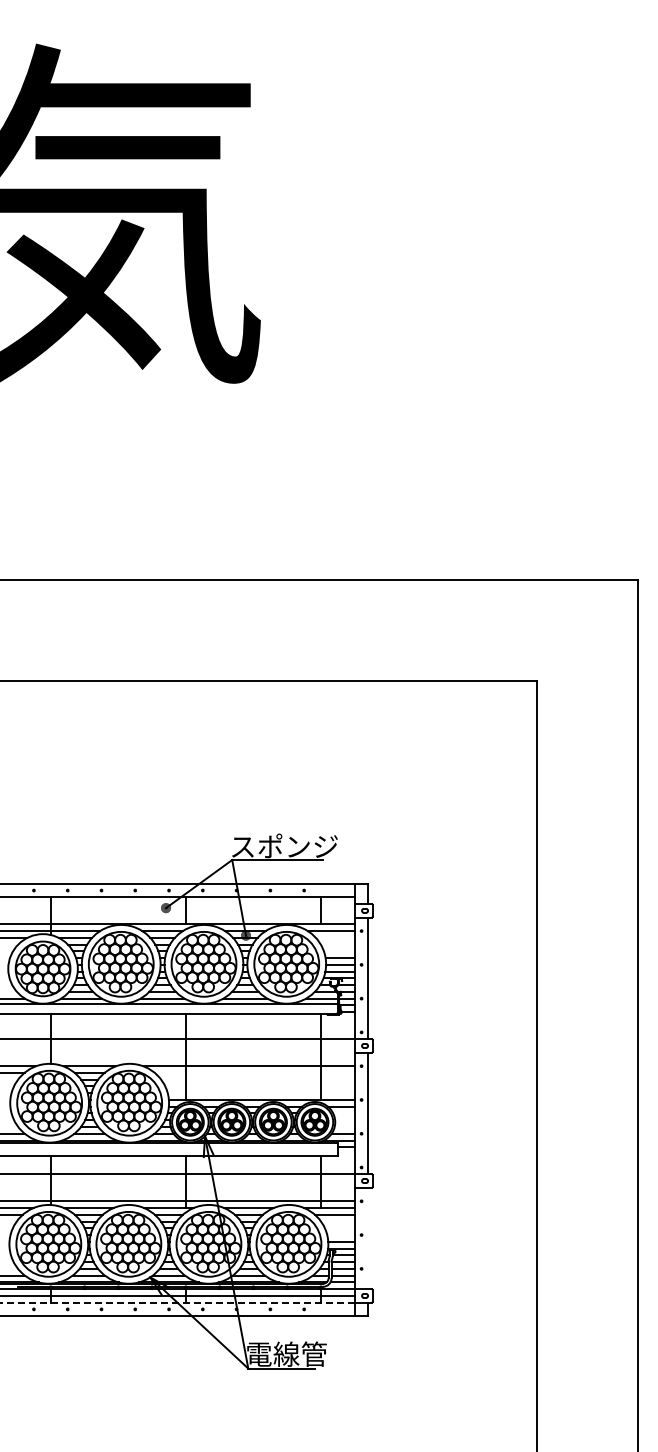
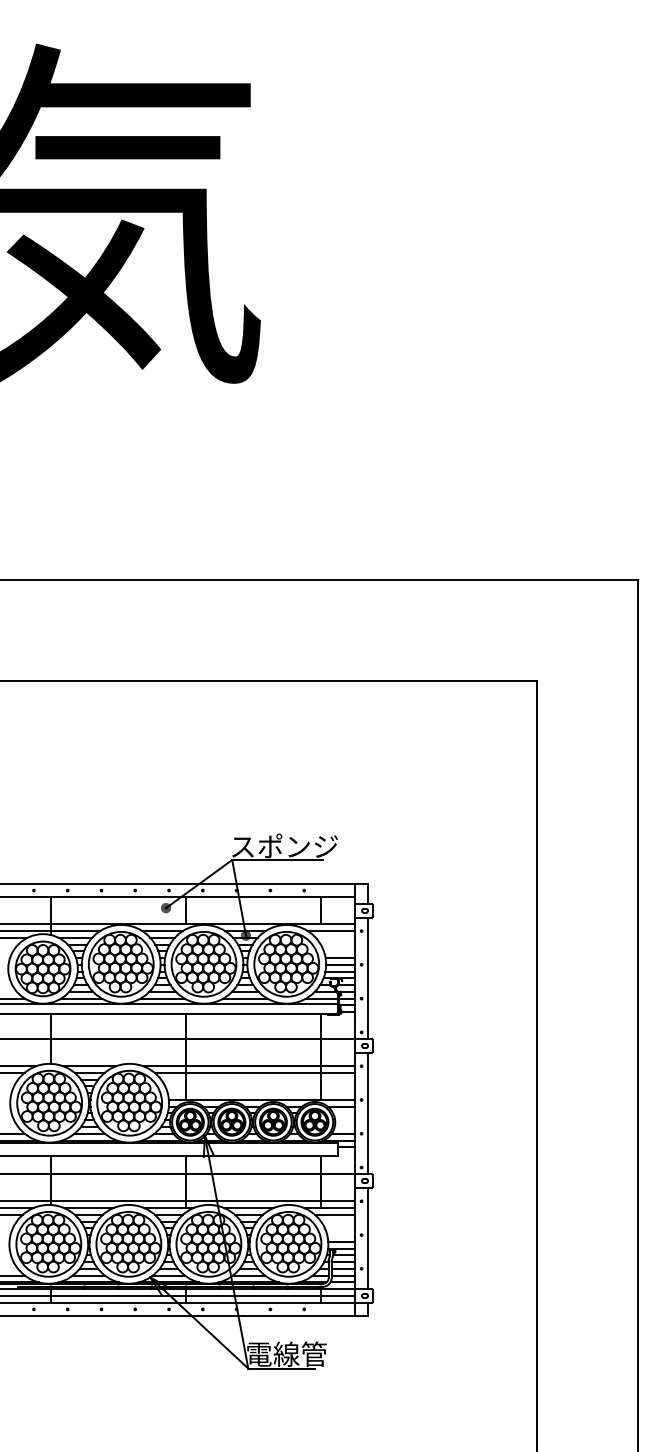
line at (254, 1072): none -> present
line at (368, 1238): none -> present
line at (176, 1302): dashed -> solid
